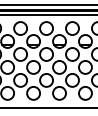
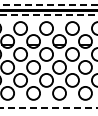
line at (49, 4): solid -> dashed
line at (48, 15): solid -> dashed
line at (49, 108): solid -> dashed
